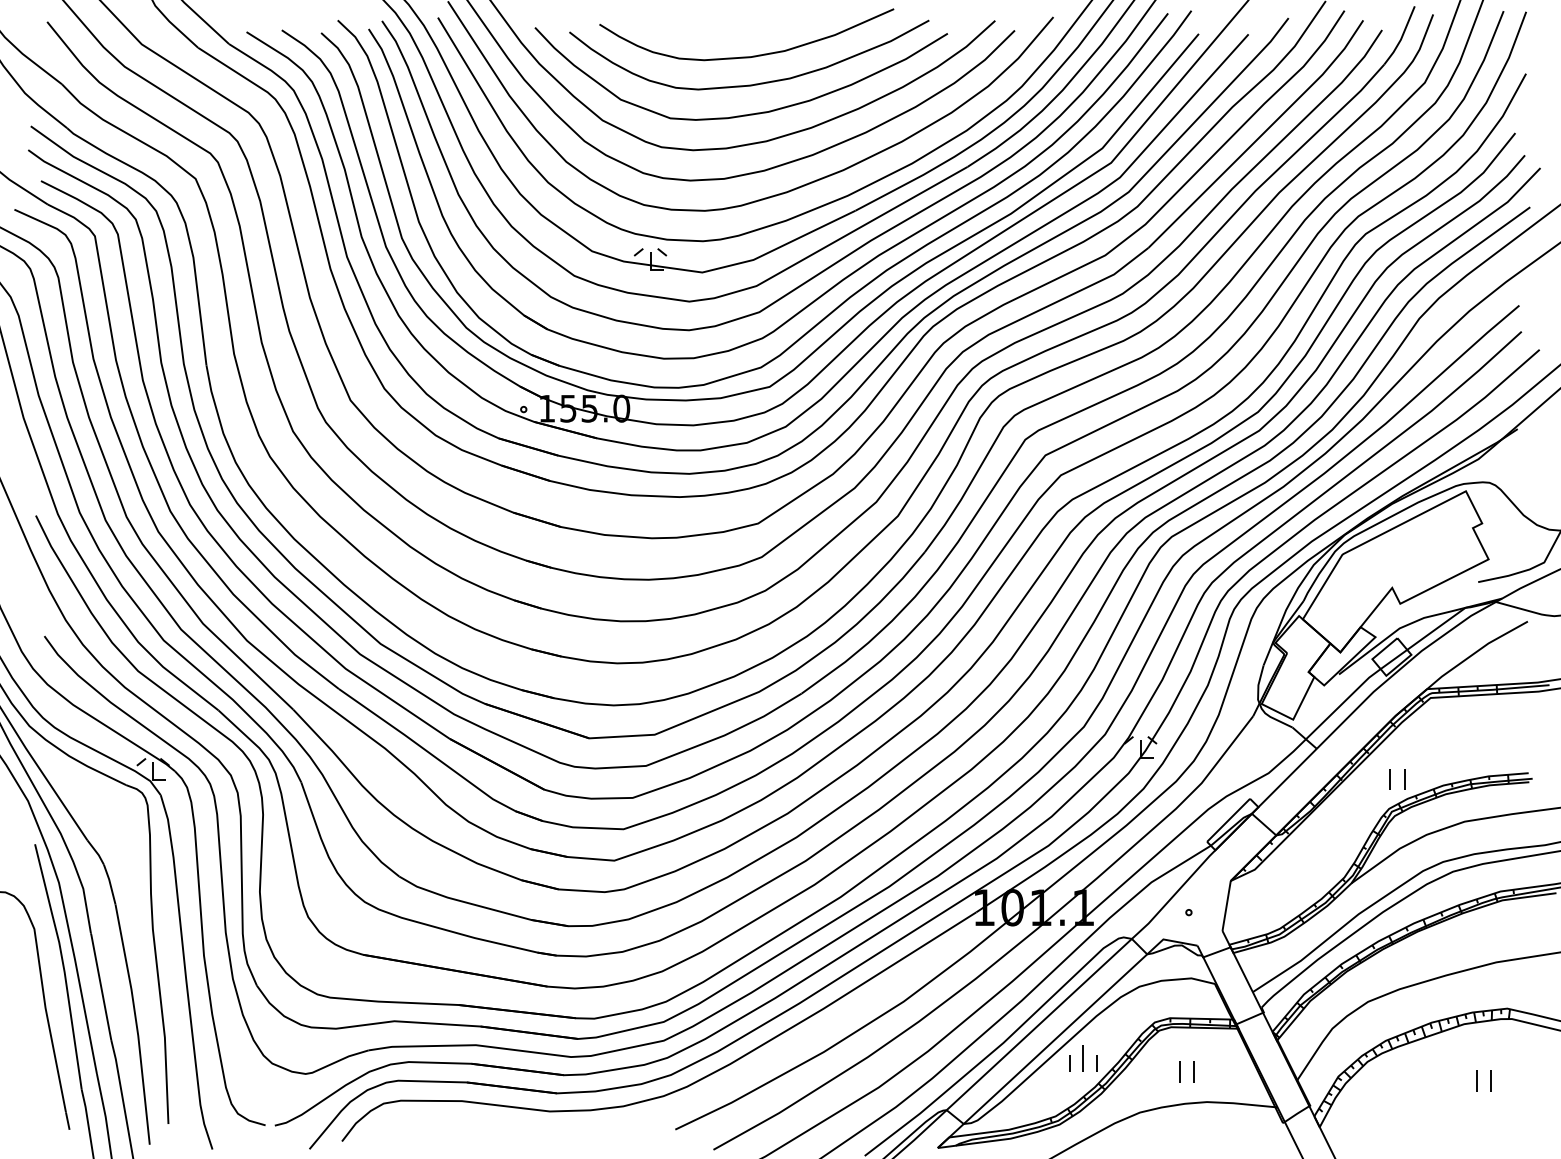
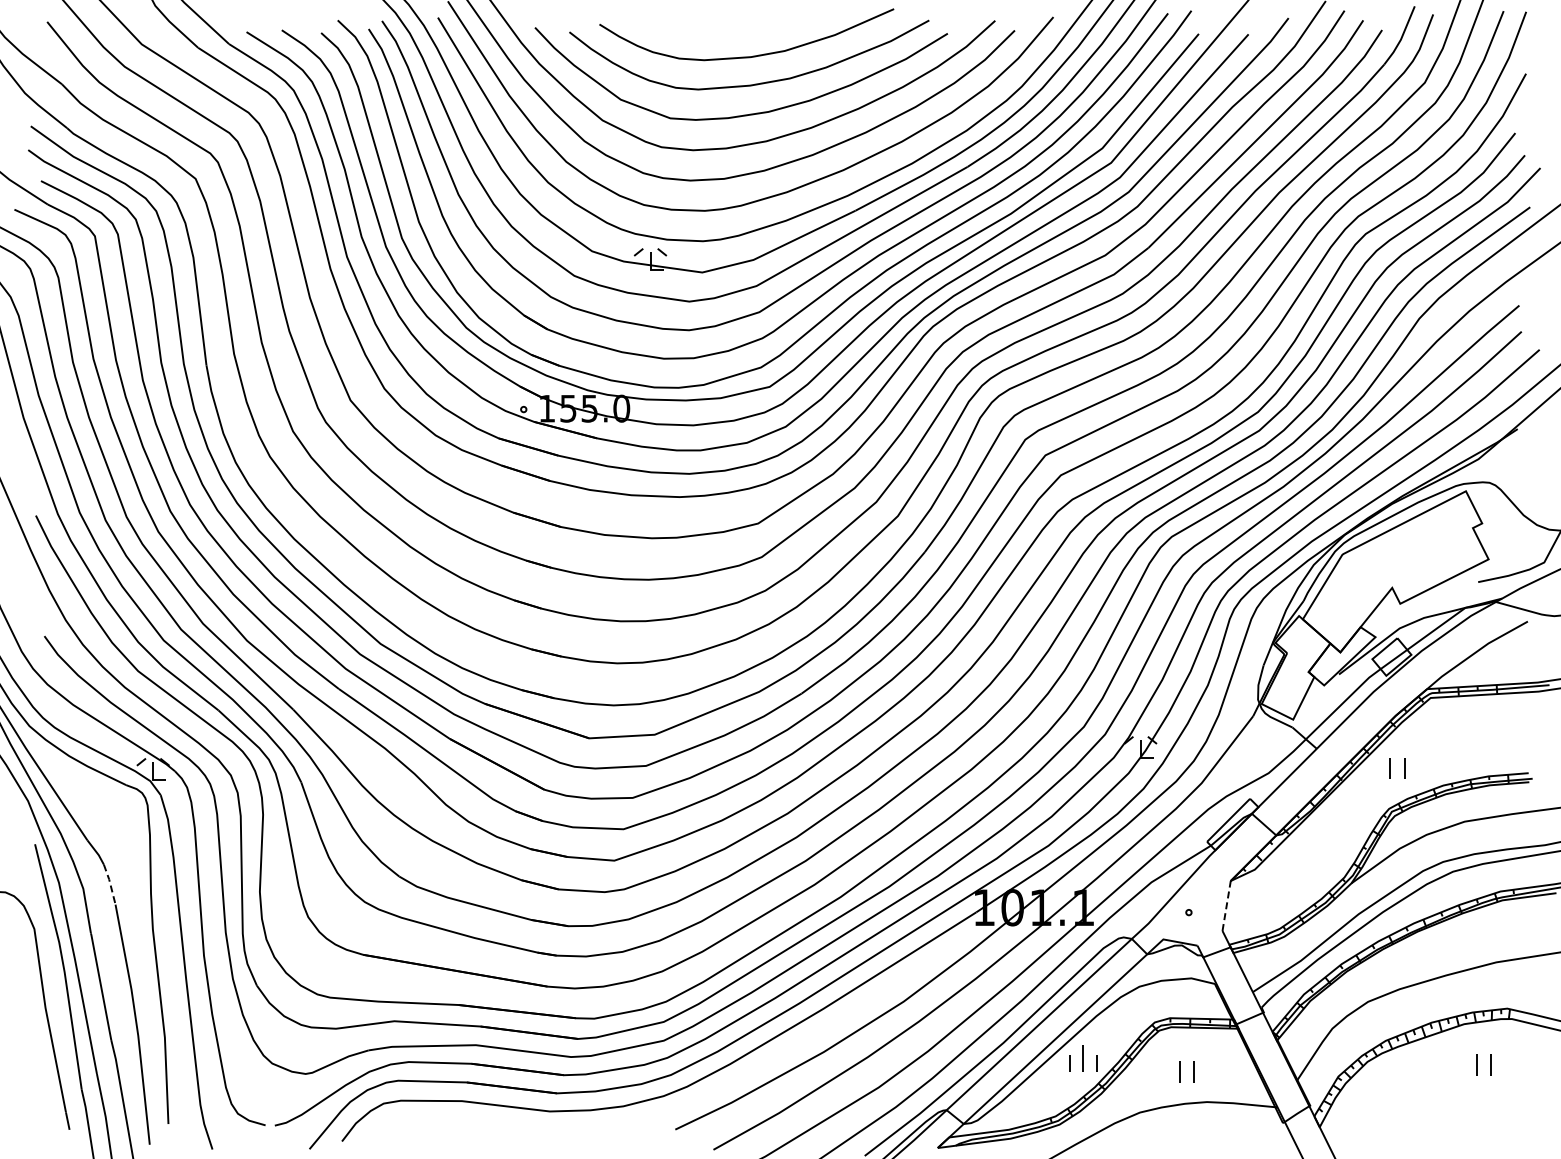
part at (1390, 779) position: (1390, 779) -> (1390, 768)
line at (110, 884): solid -> dashed
line at (1226, 905): solid -> dashed
part at (1483, 1080) position: (1483, 1080) -> (1483, 1064)
